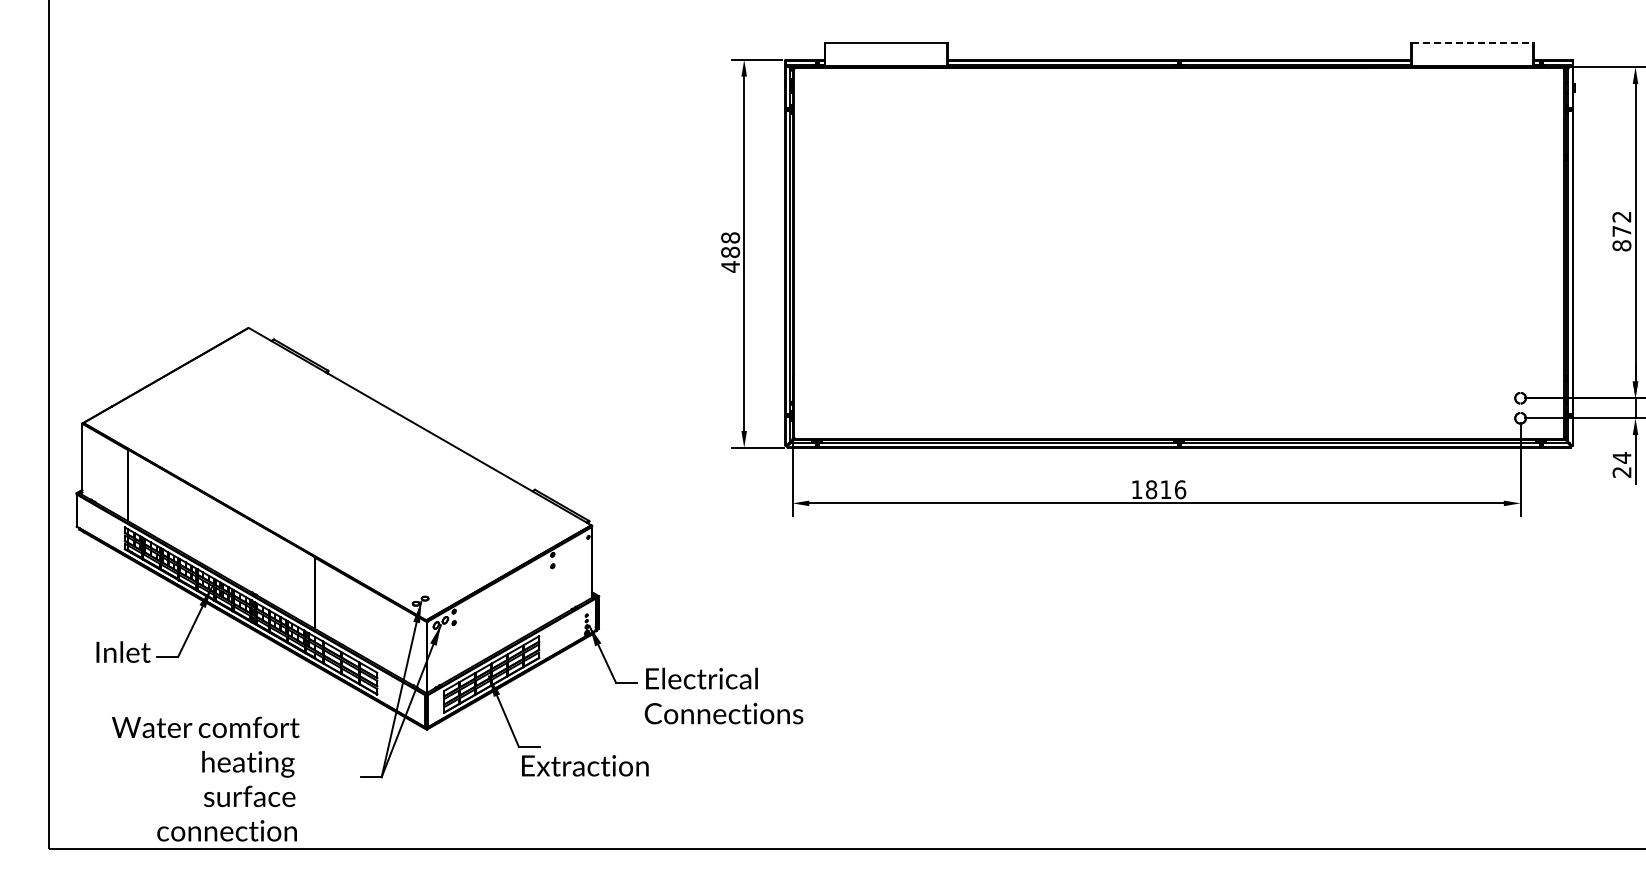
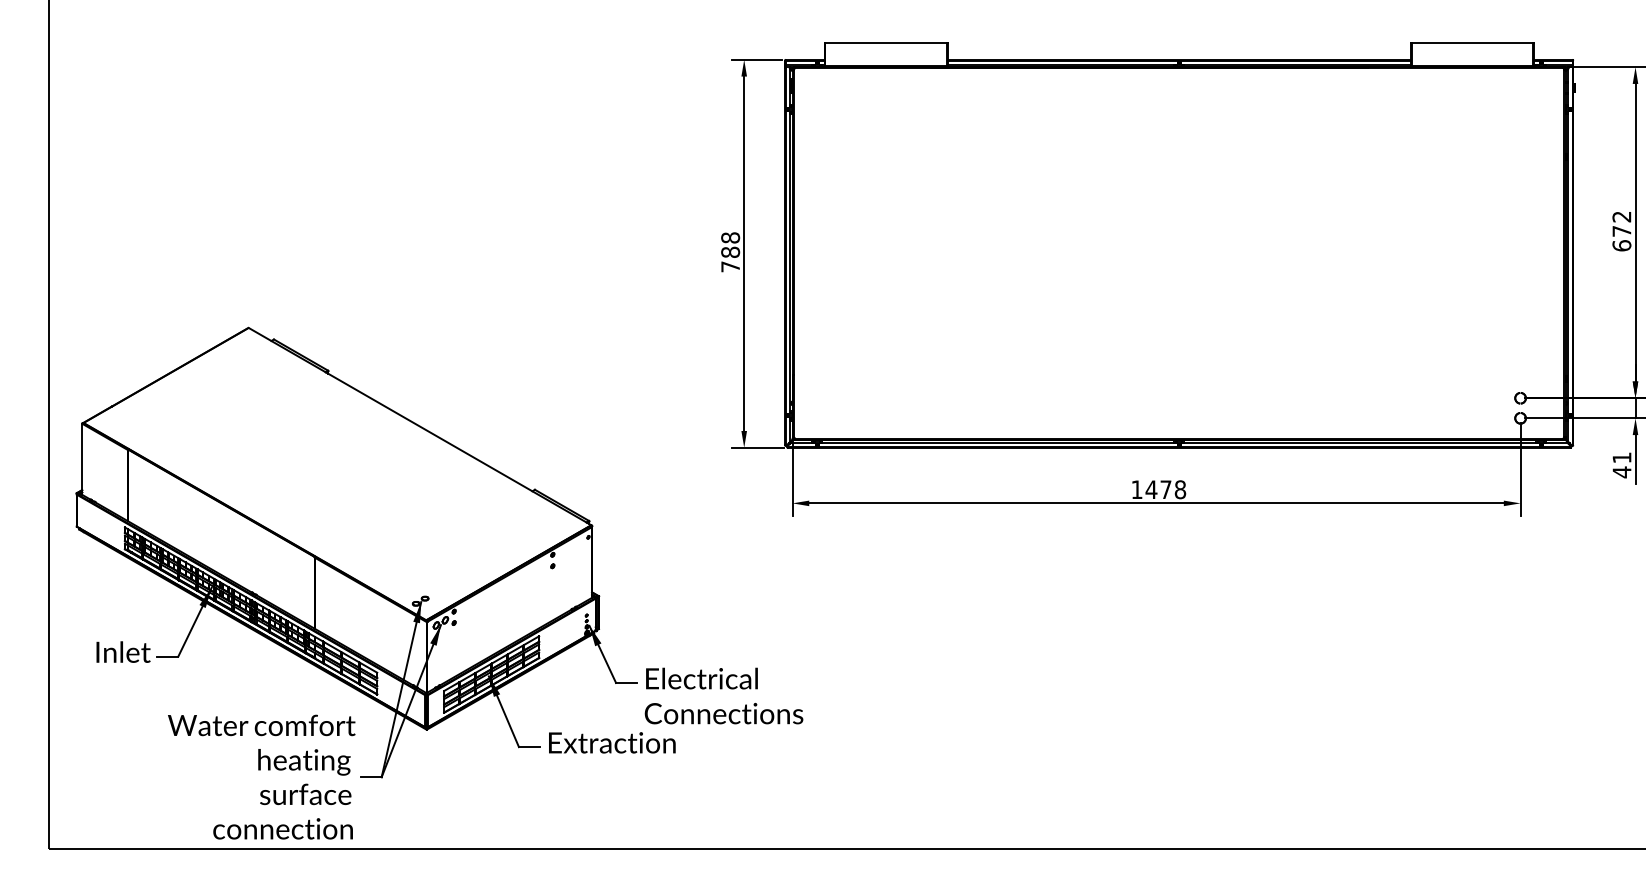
line at (1472, 42): dashed -> solid
text at (1621, 245): 872 -> 672
text at (730, 266): 488 -> 788
text at (1621, 465): 24 -> 41
text at (1165, 489): 1816 -> 1478
text at (585, 765) position: (585, 765) -> (612, 742)
text at (205, 778) position: (205, 778) -> (261, 776)
